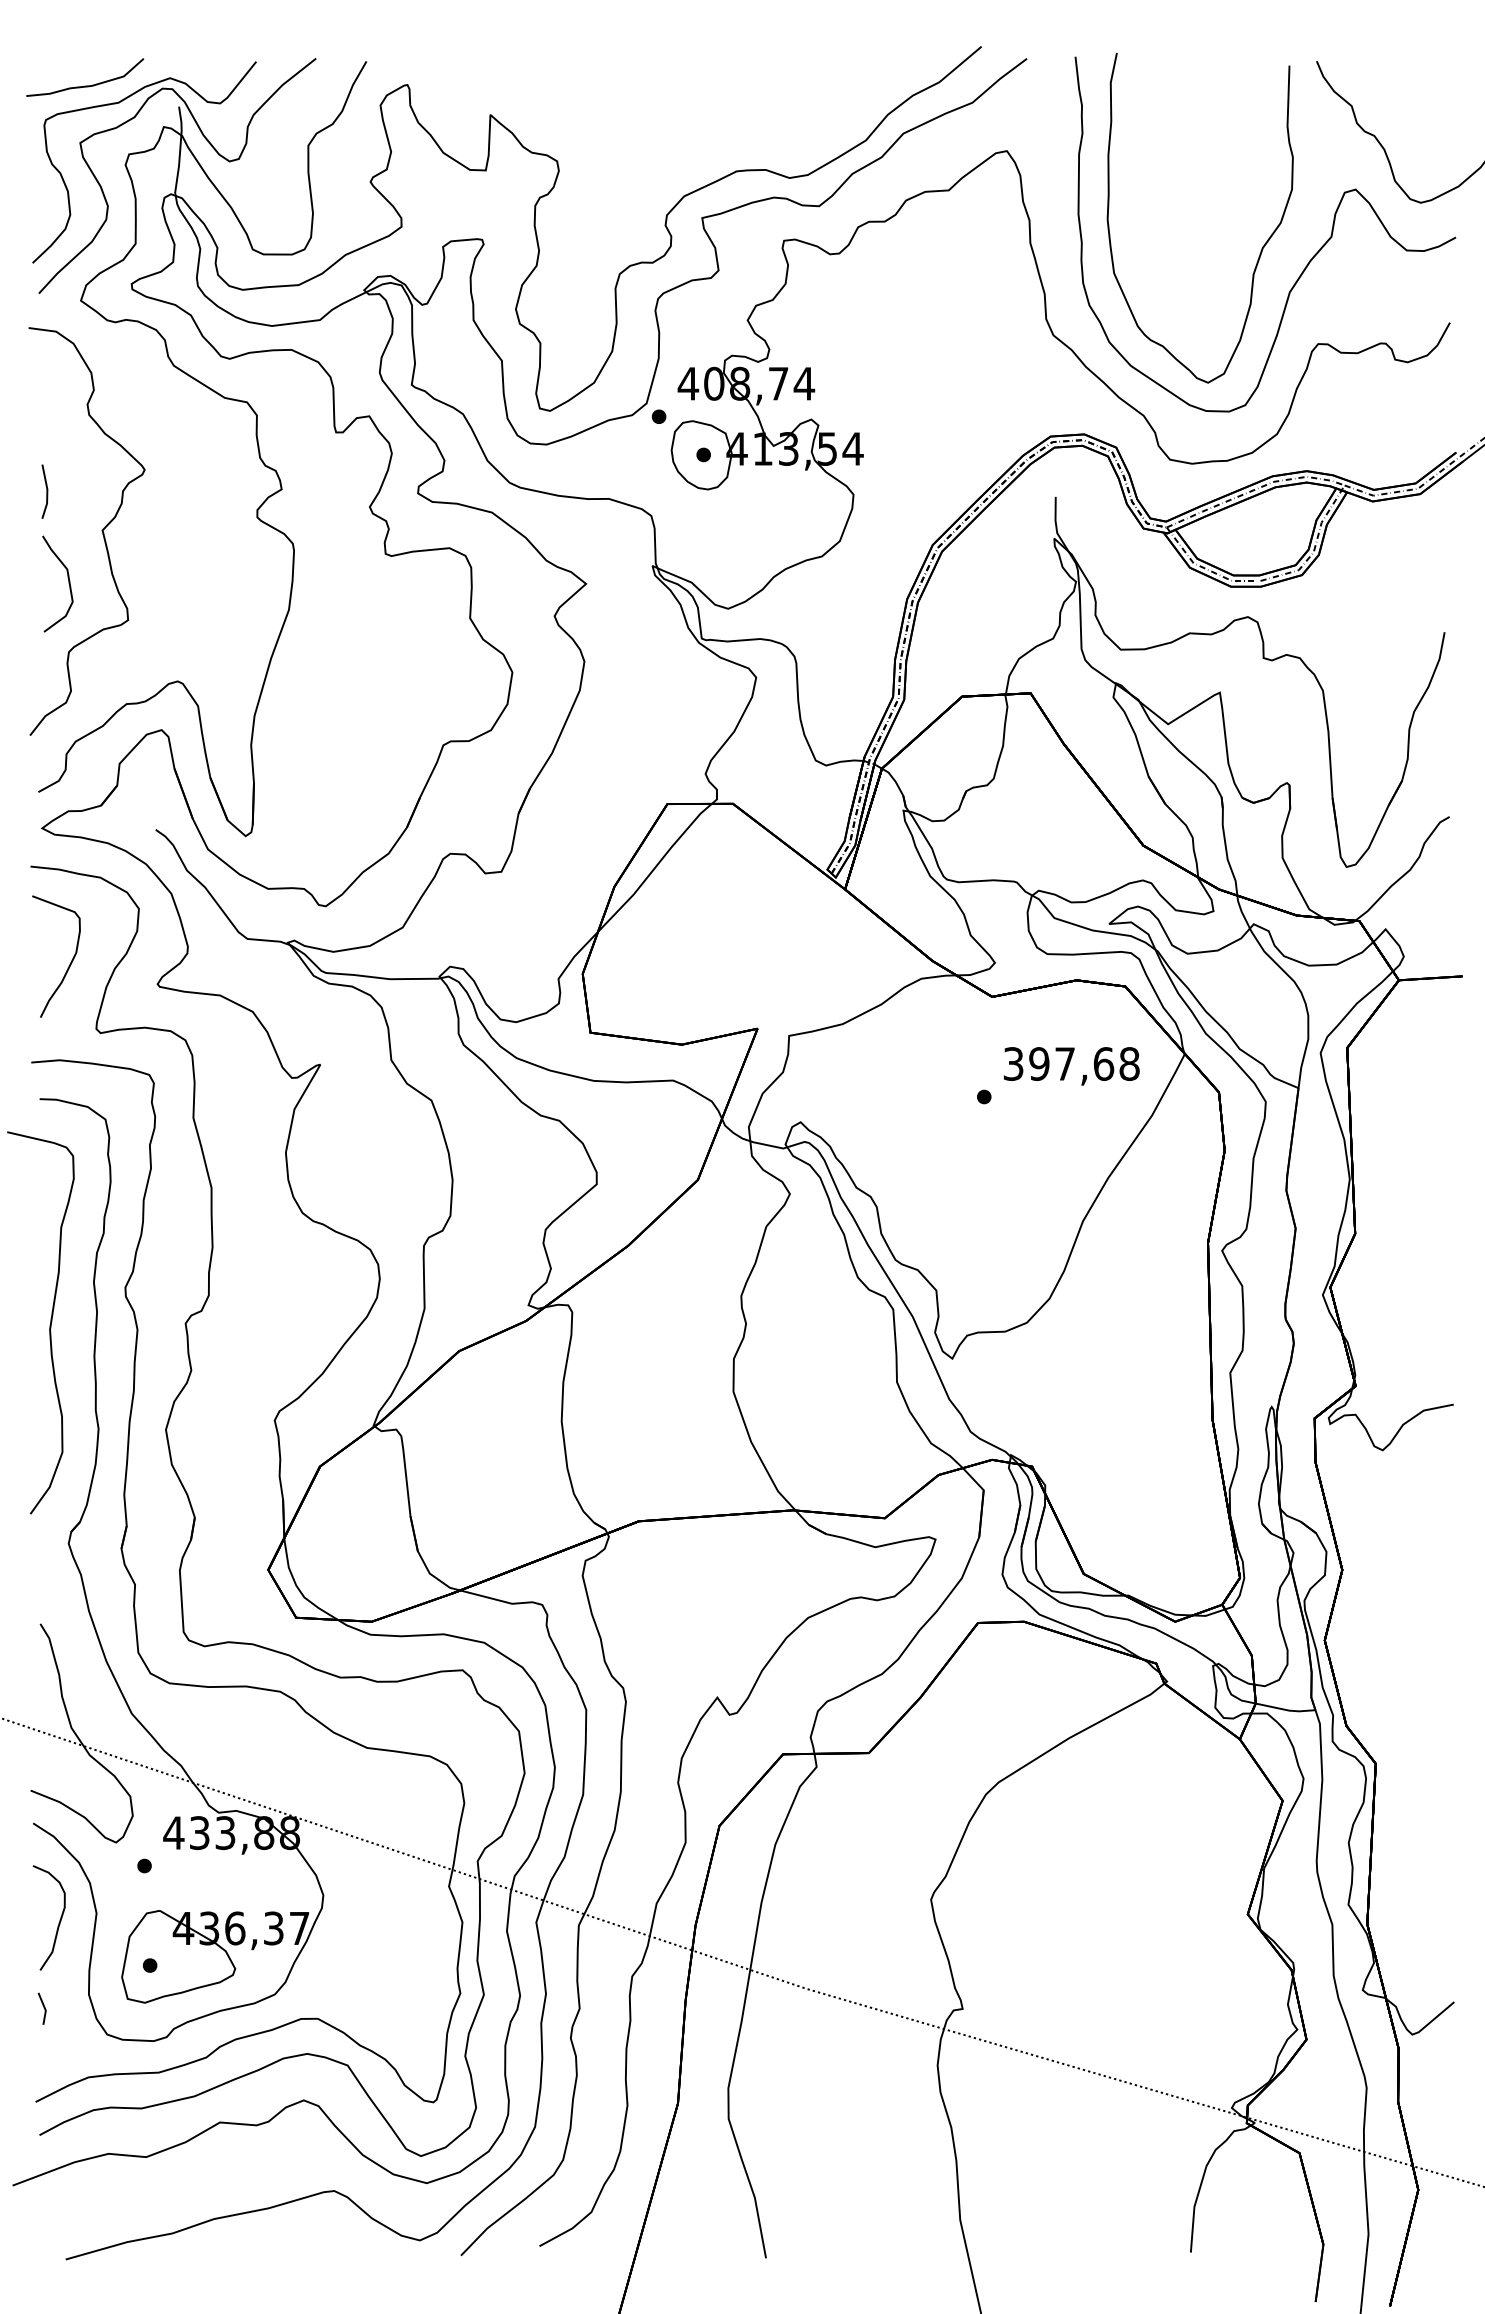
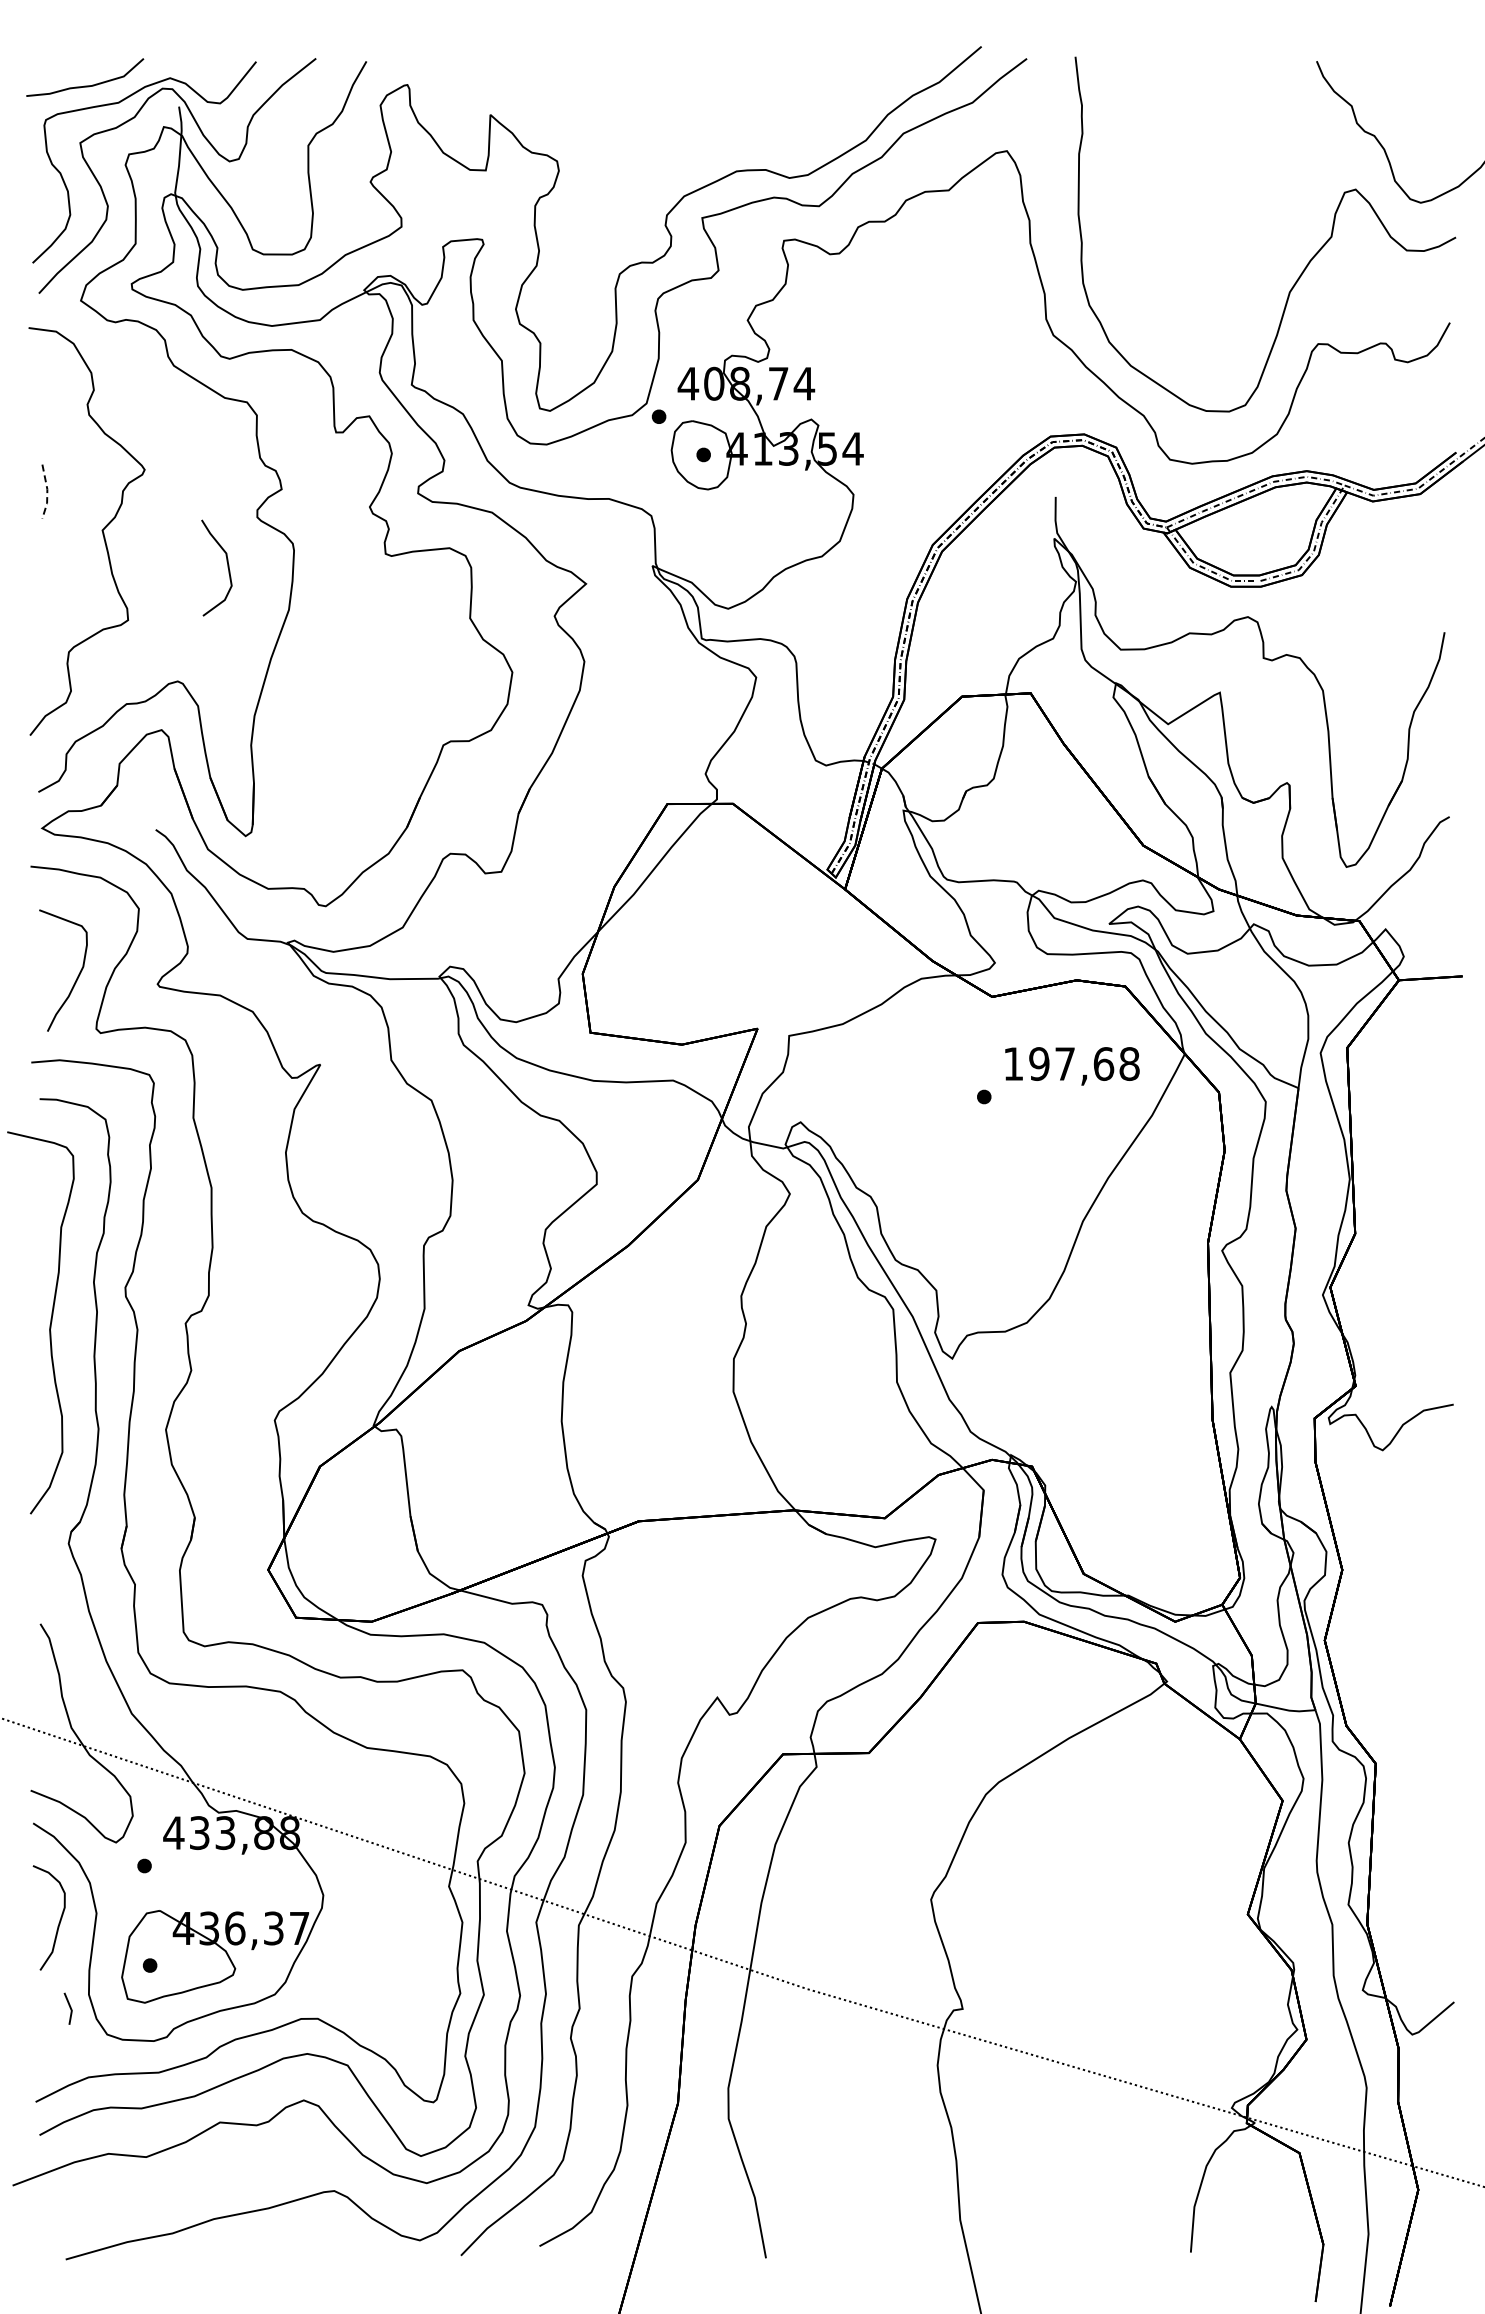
curve at (1261, 248): present -> none
line at (47, 492): solid -> dashed
curve at (68, 583) position: (68, 583) -> (227, 567)
curve at (70, 962) position: (70, 962) -> (77, 976)
text at (1013, 1063): 397,68 -> 197,68
line at (43, 2007) position: (43, 2007) -> (69, 2007)
